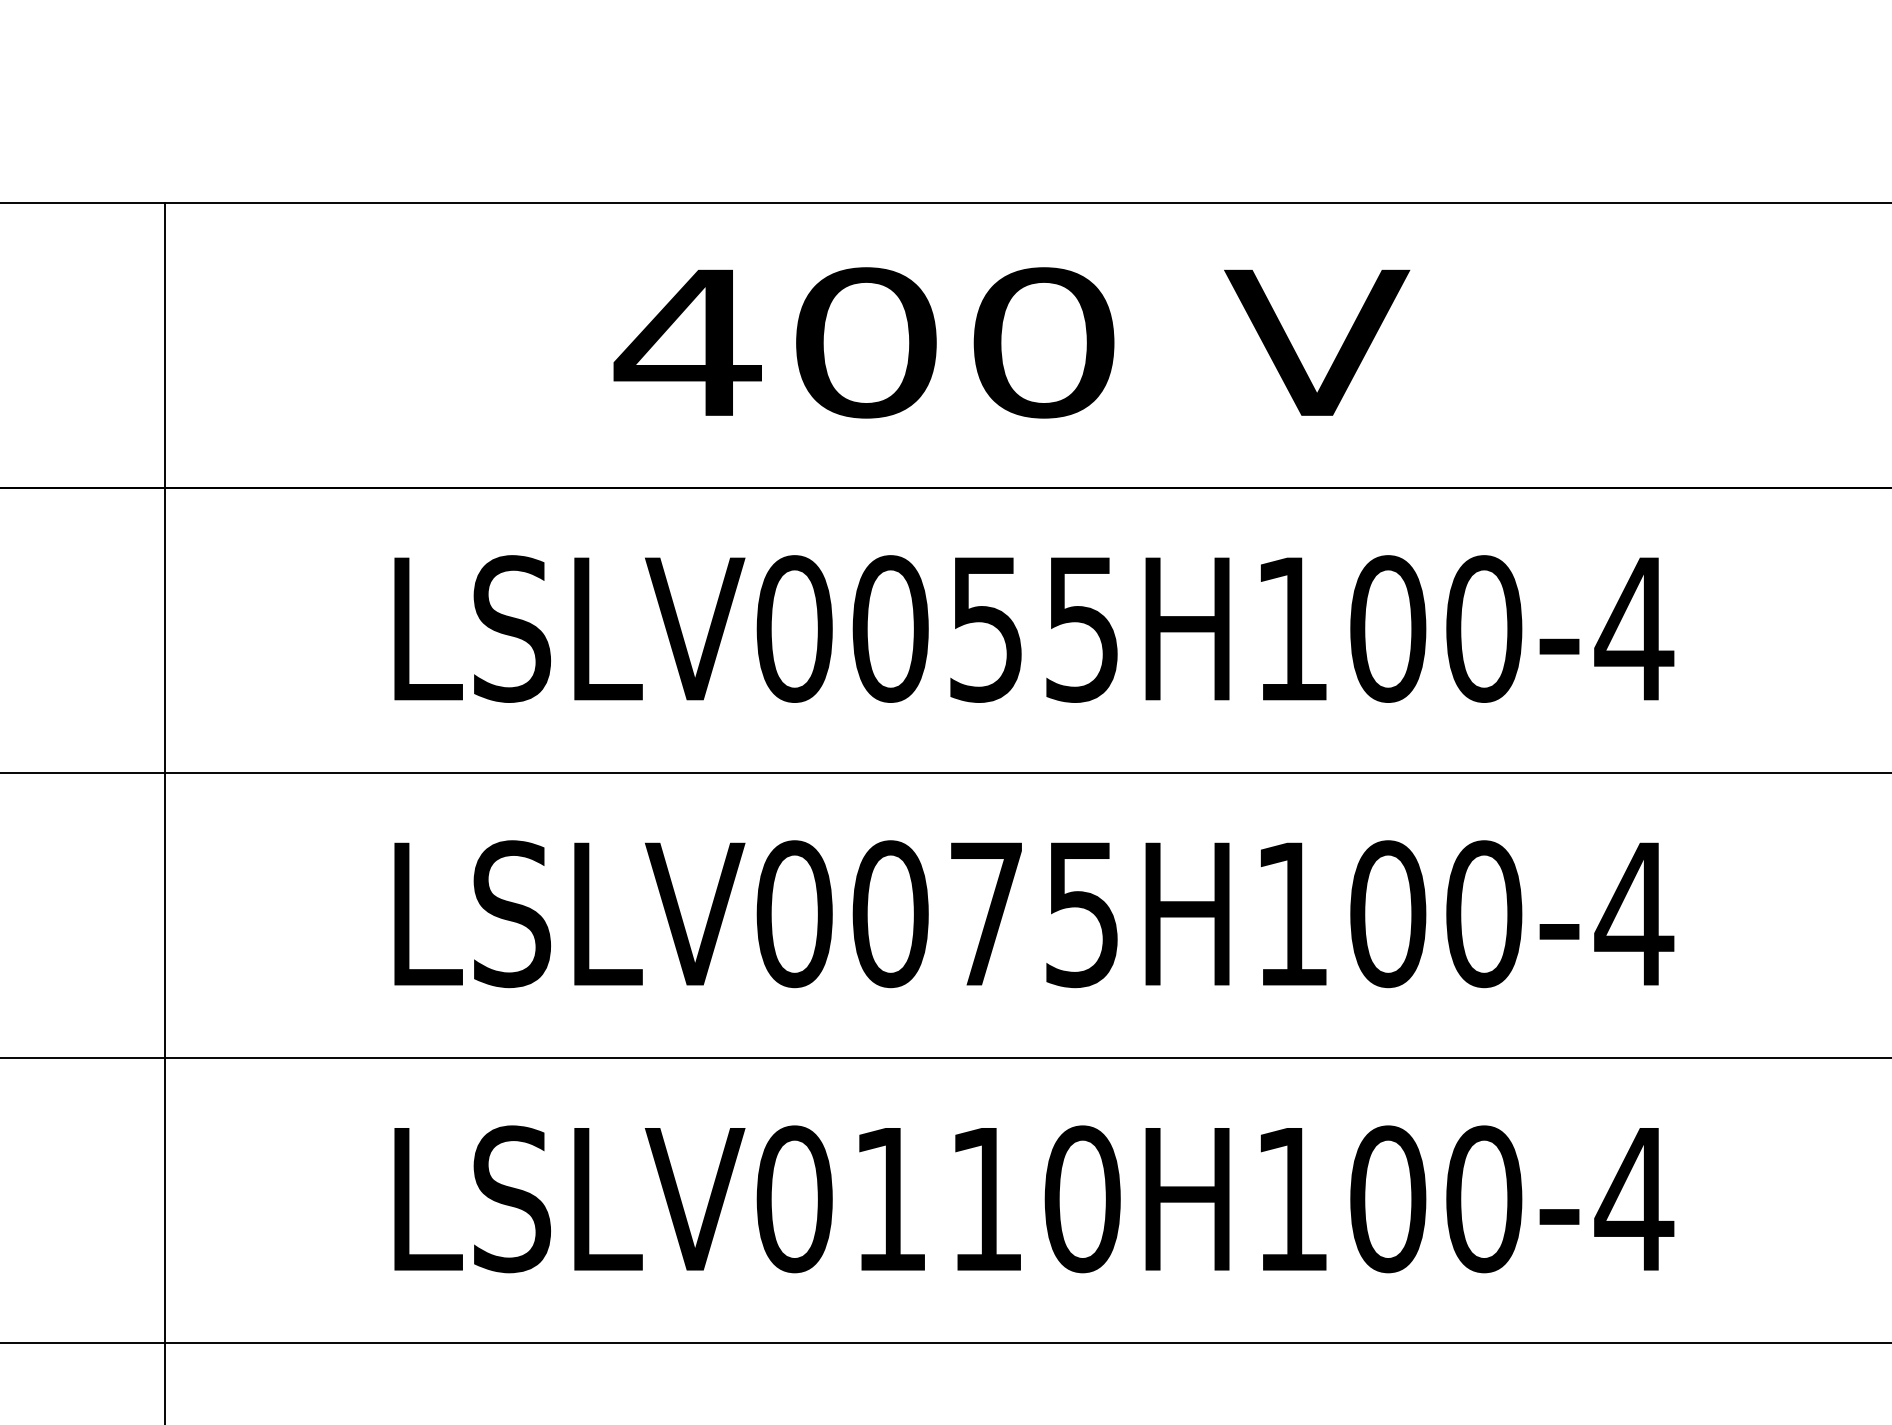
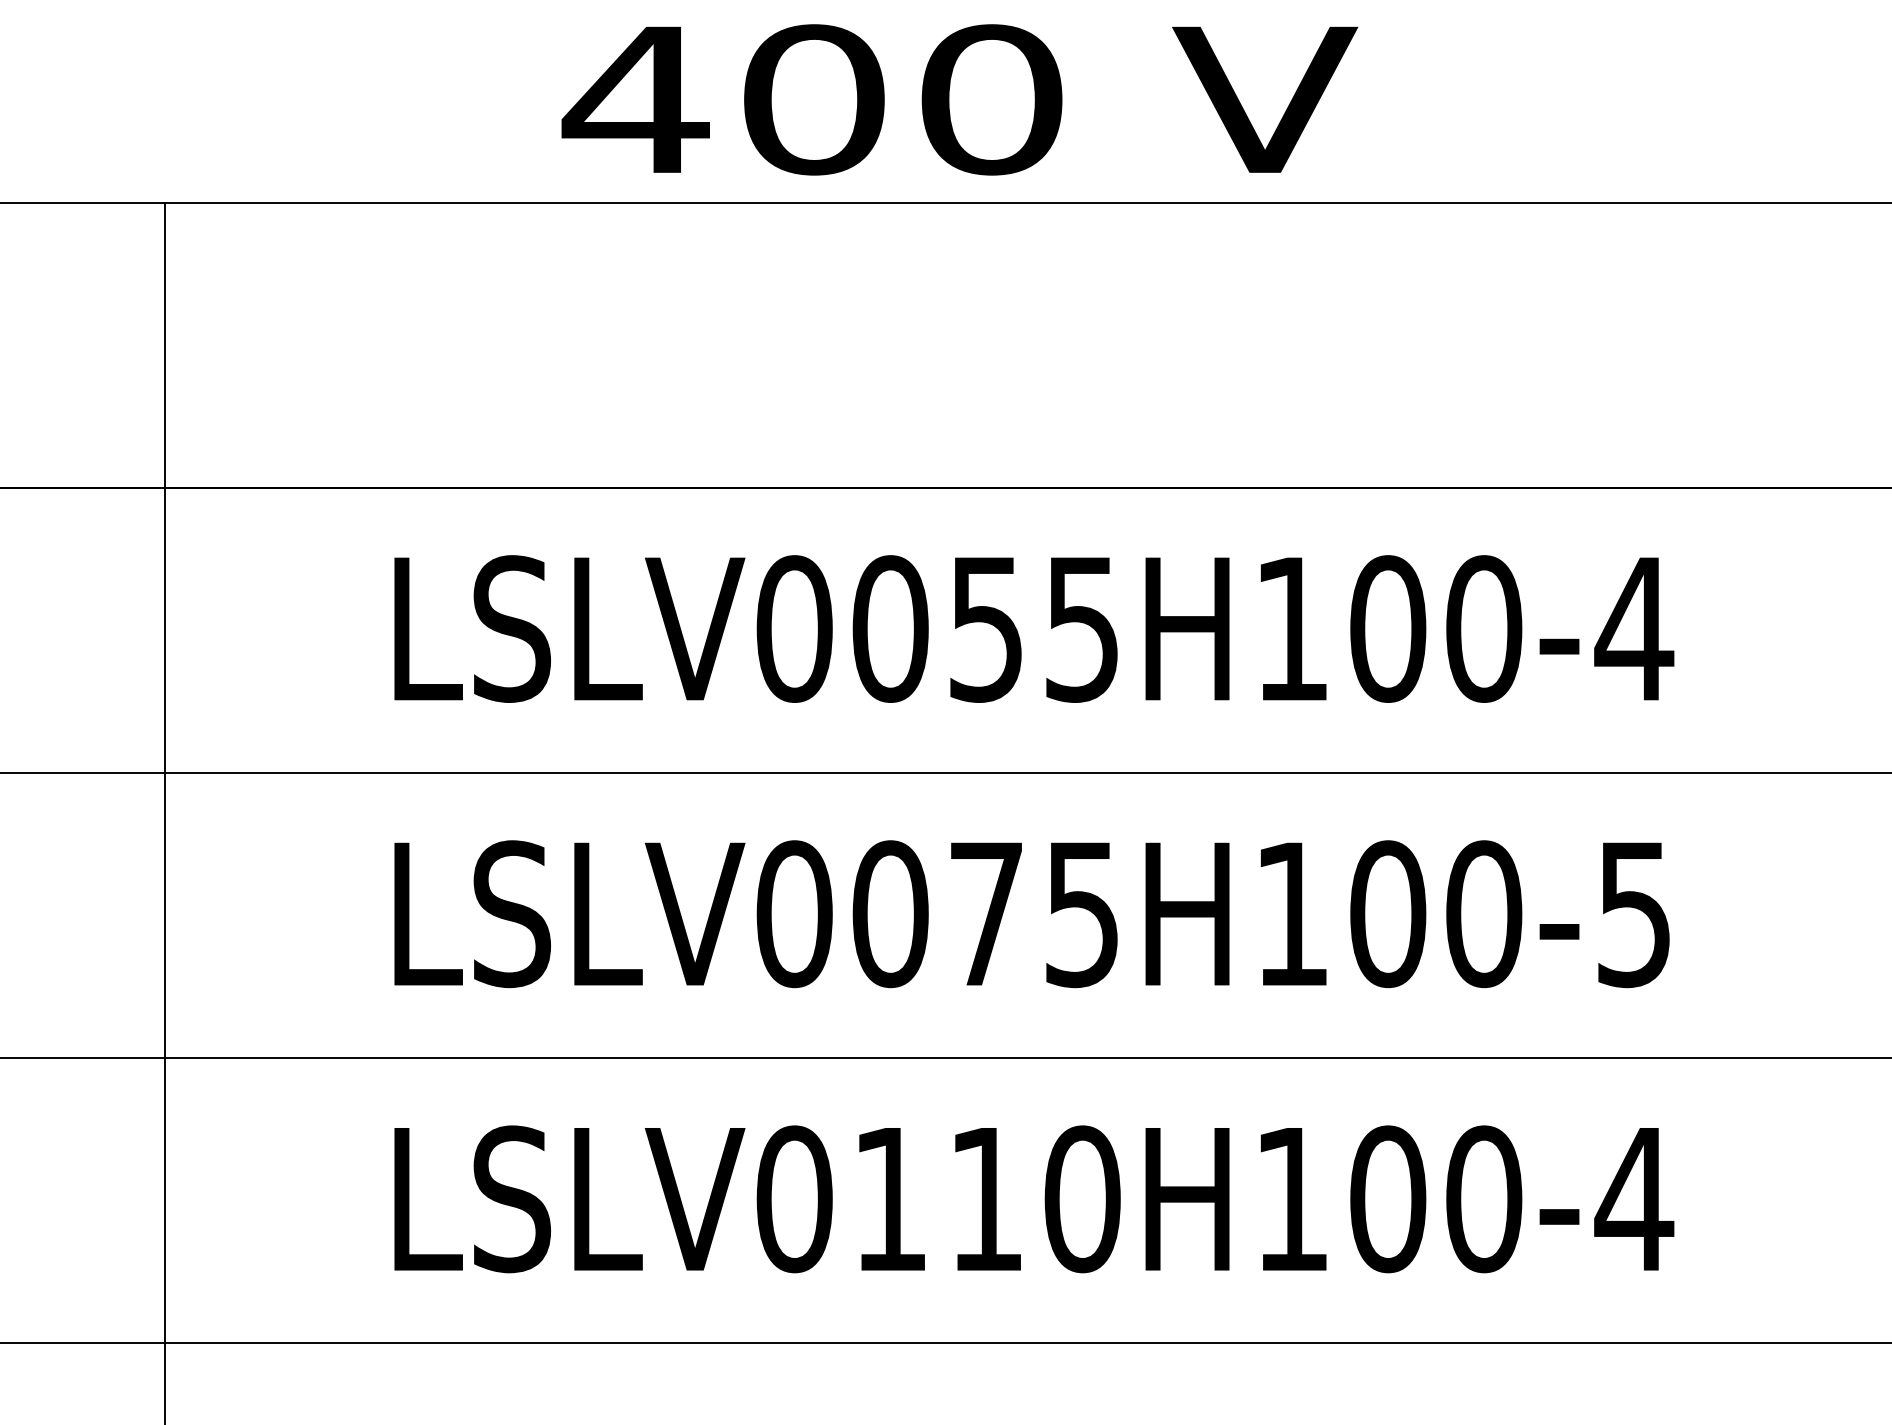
text at (1011, 342) position: (1011, 342) -> (959, 99)
text at (1634, 915): LSLV0075H100-4 -> LSLV0075H100-5
